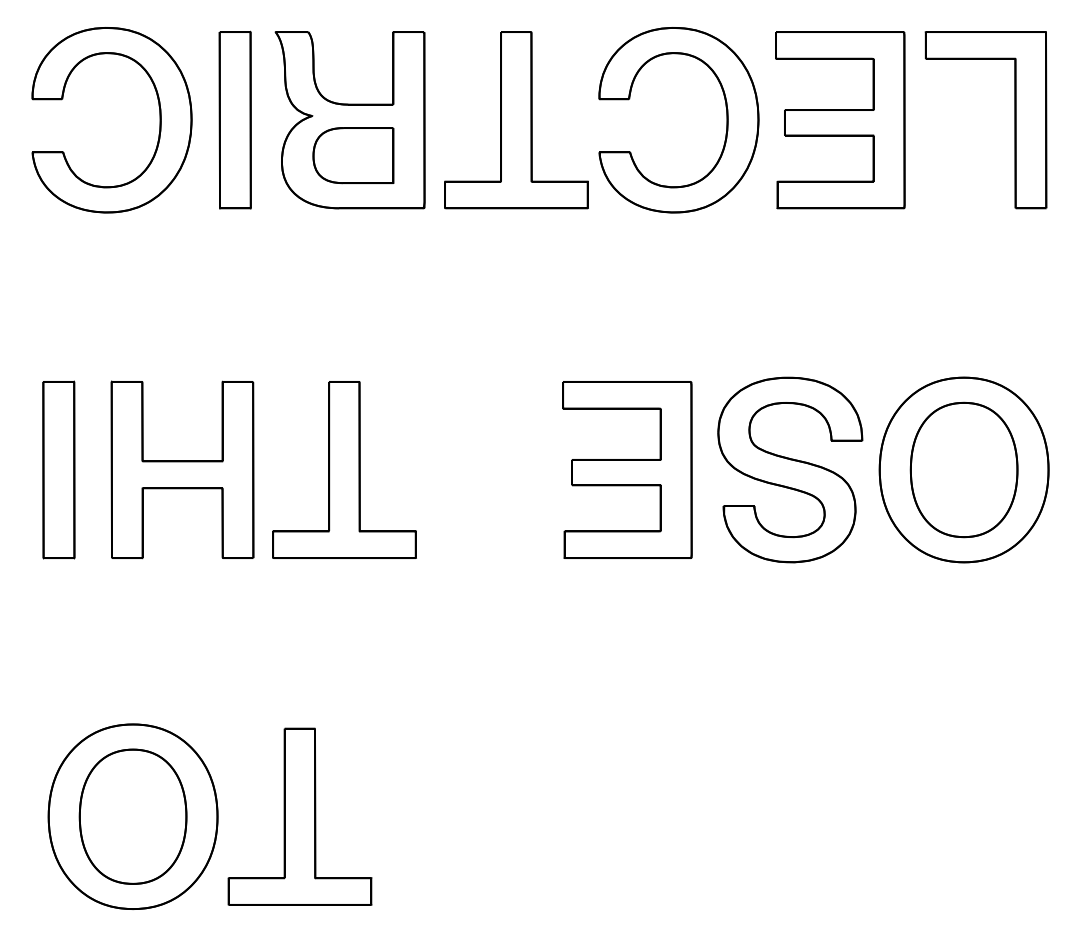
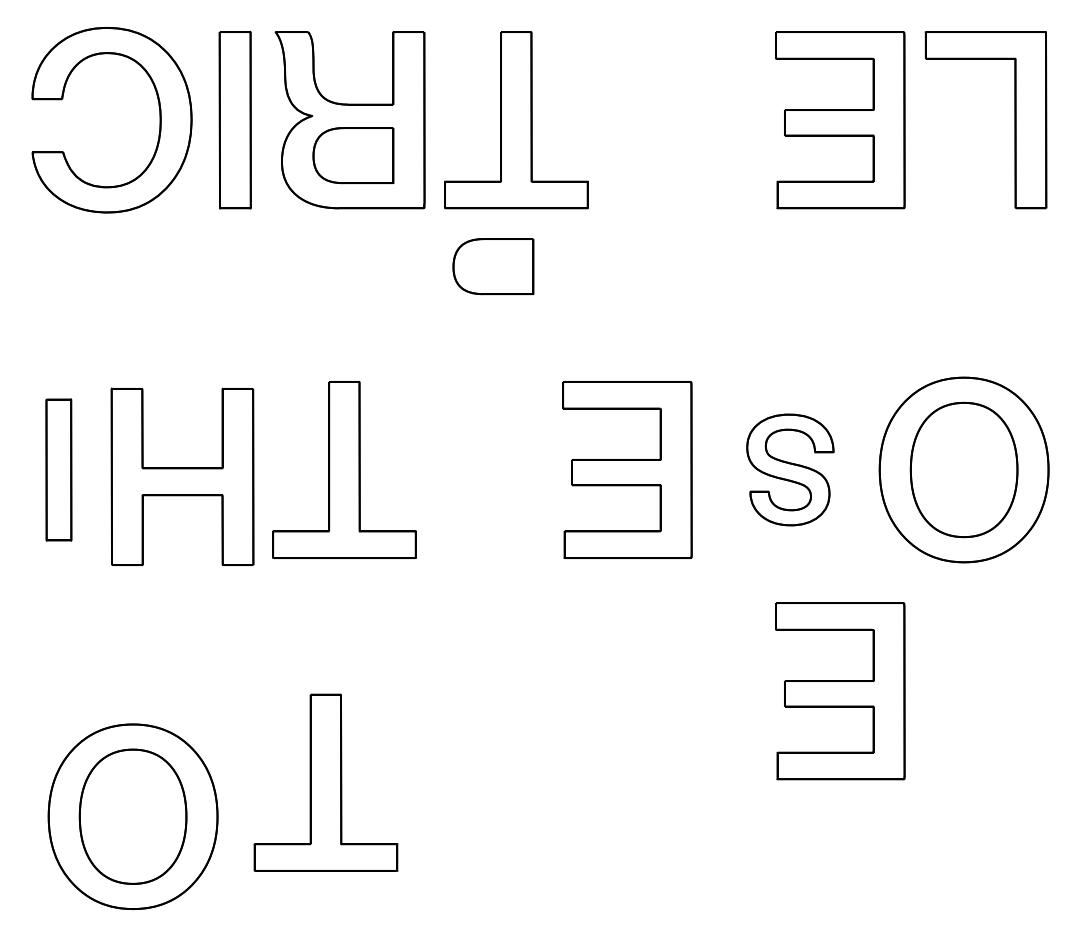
part at (726, 120): present -> none
part at (493, 266): none -> present
part at (58, 469) size: 34x180 px -> 28x144 px
part at (182, 469) position: (182, 469) -> (182, 476)
part at (790, 469) size: 147x188 px -> 89x114 px
part at (840, 691): none -> present
part at (299, 816) position: (299, 816) -> (325, 782)
